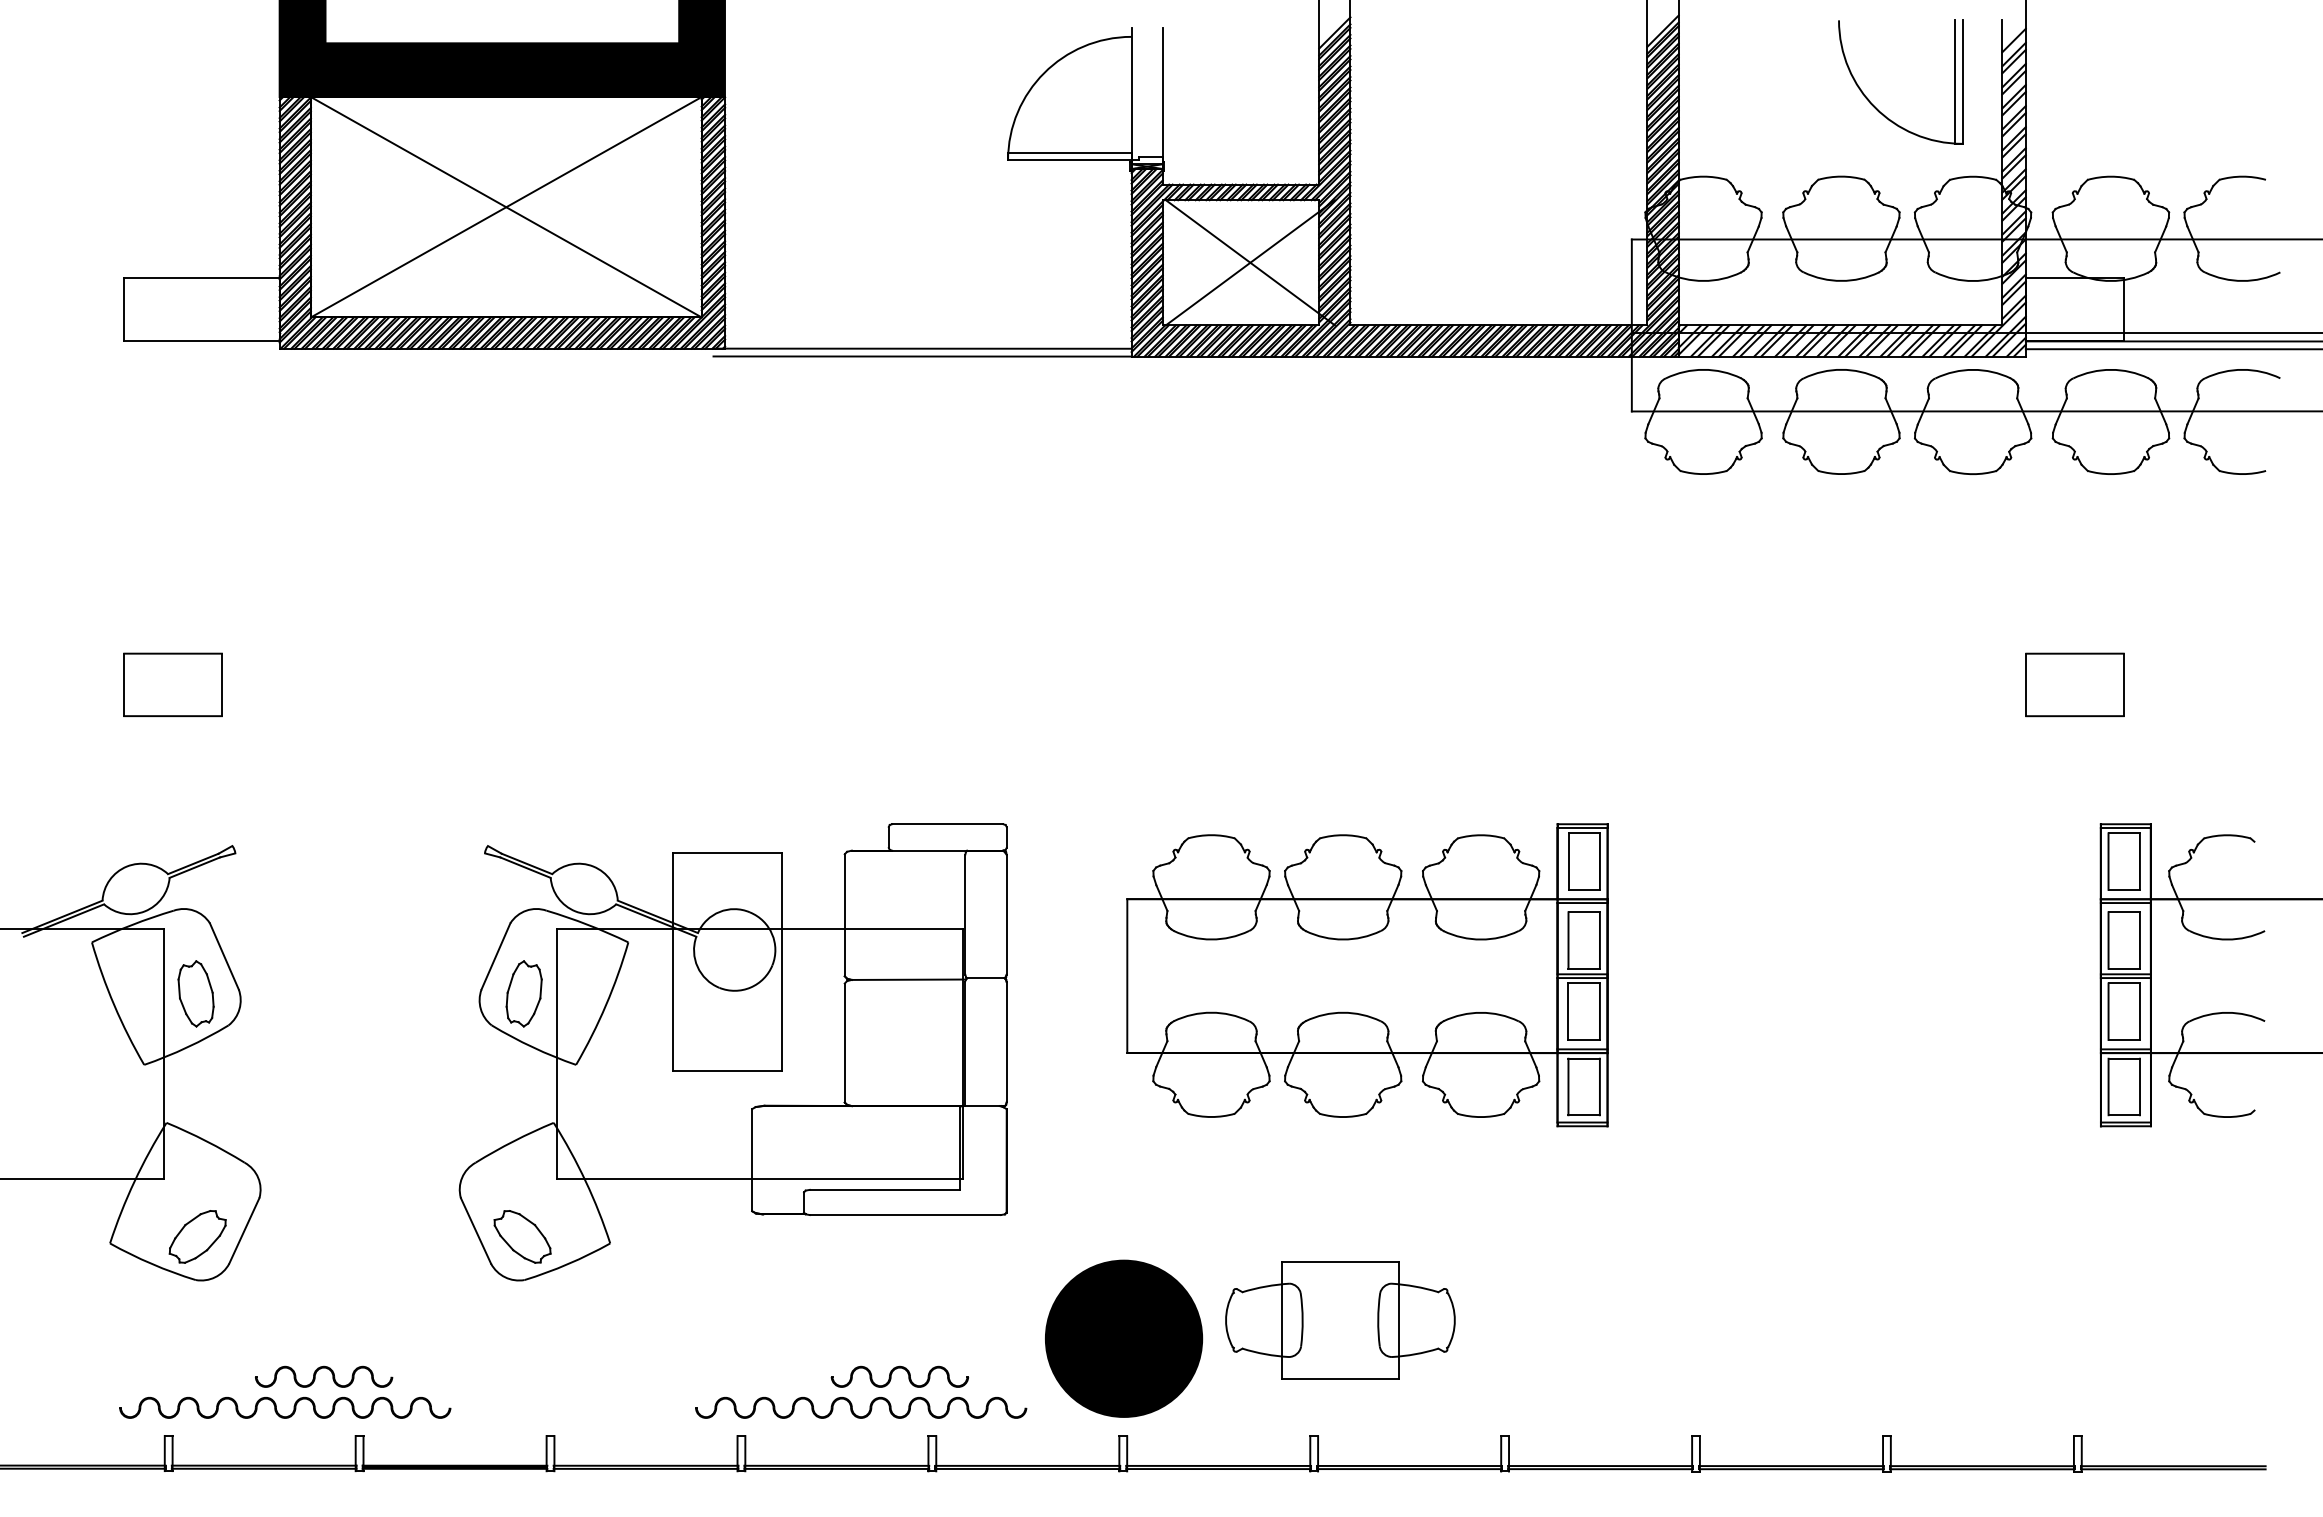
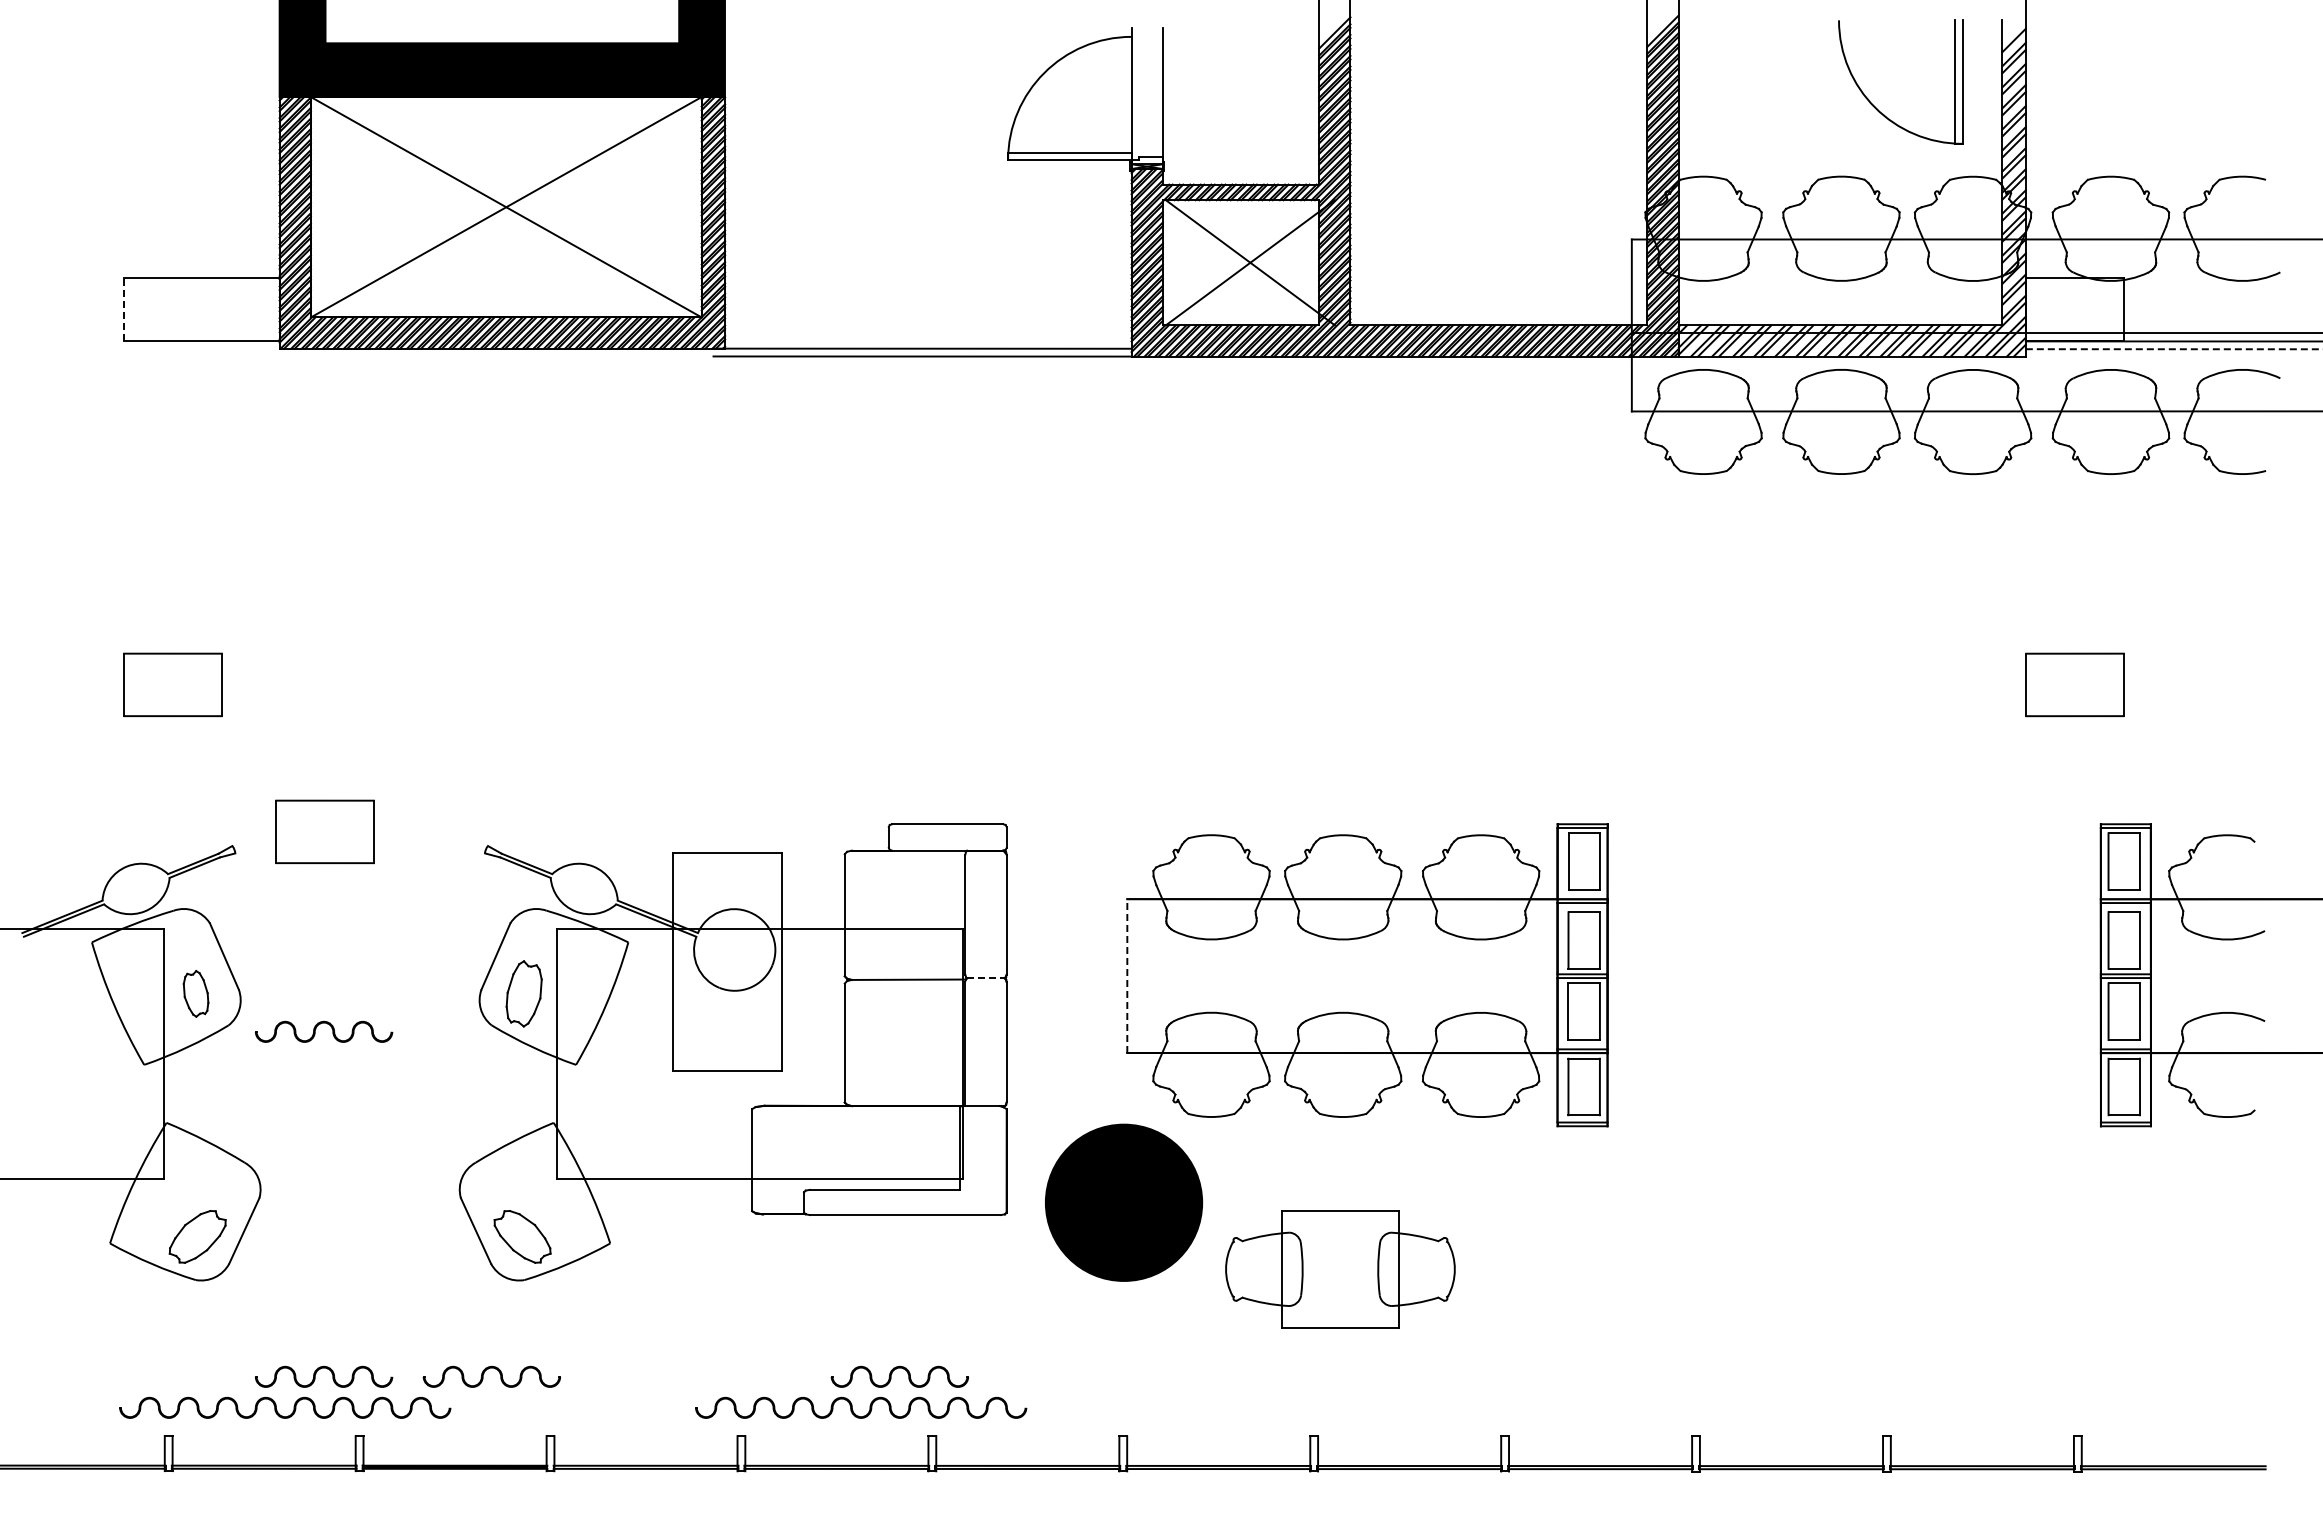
line at (123, 309): solid -> dashed
line at (2174, 349): solid -> dashed
part at (324, 831): none -> present
line at (1127, 976): solid -> dashed
line at (986, 978): solid -> dashed
part at (195, 993) size: 38x68 px -> 28x48 px
part at (327, 1024): none -> present
part at (1340, 1320) position: (1340, 1320) -> (1340, 1269)
part at (1124, 1338) position: (1124, 1338) -> (1124, 1202)
part at (488, 1369): none -> present
